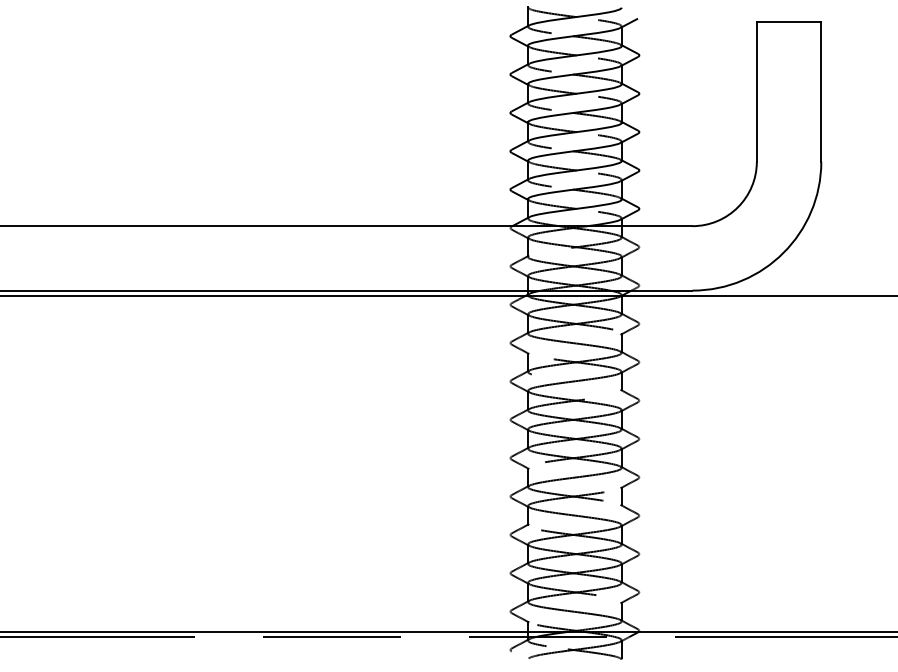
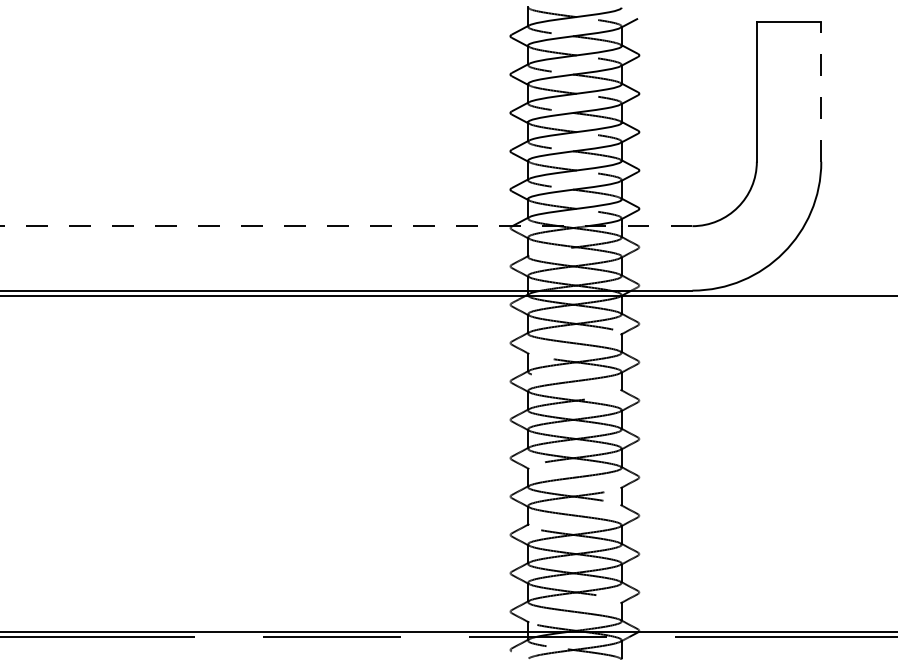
line at (821, 91): solid -> dashed
line at (346, 226): solid -> dashed
